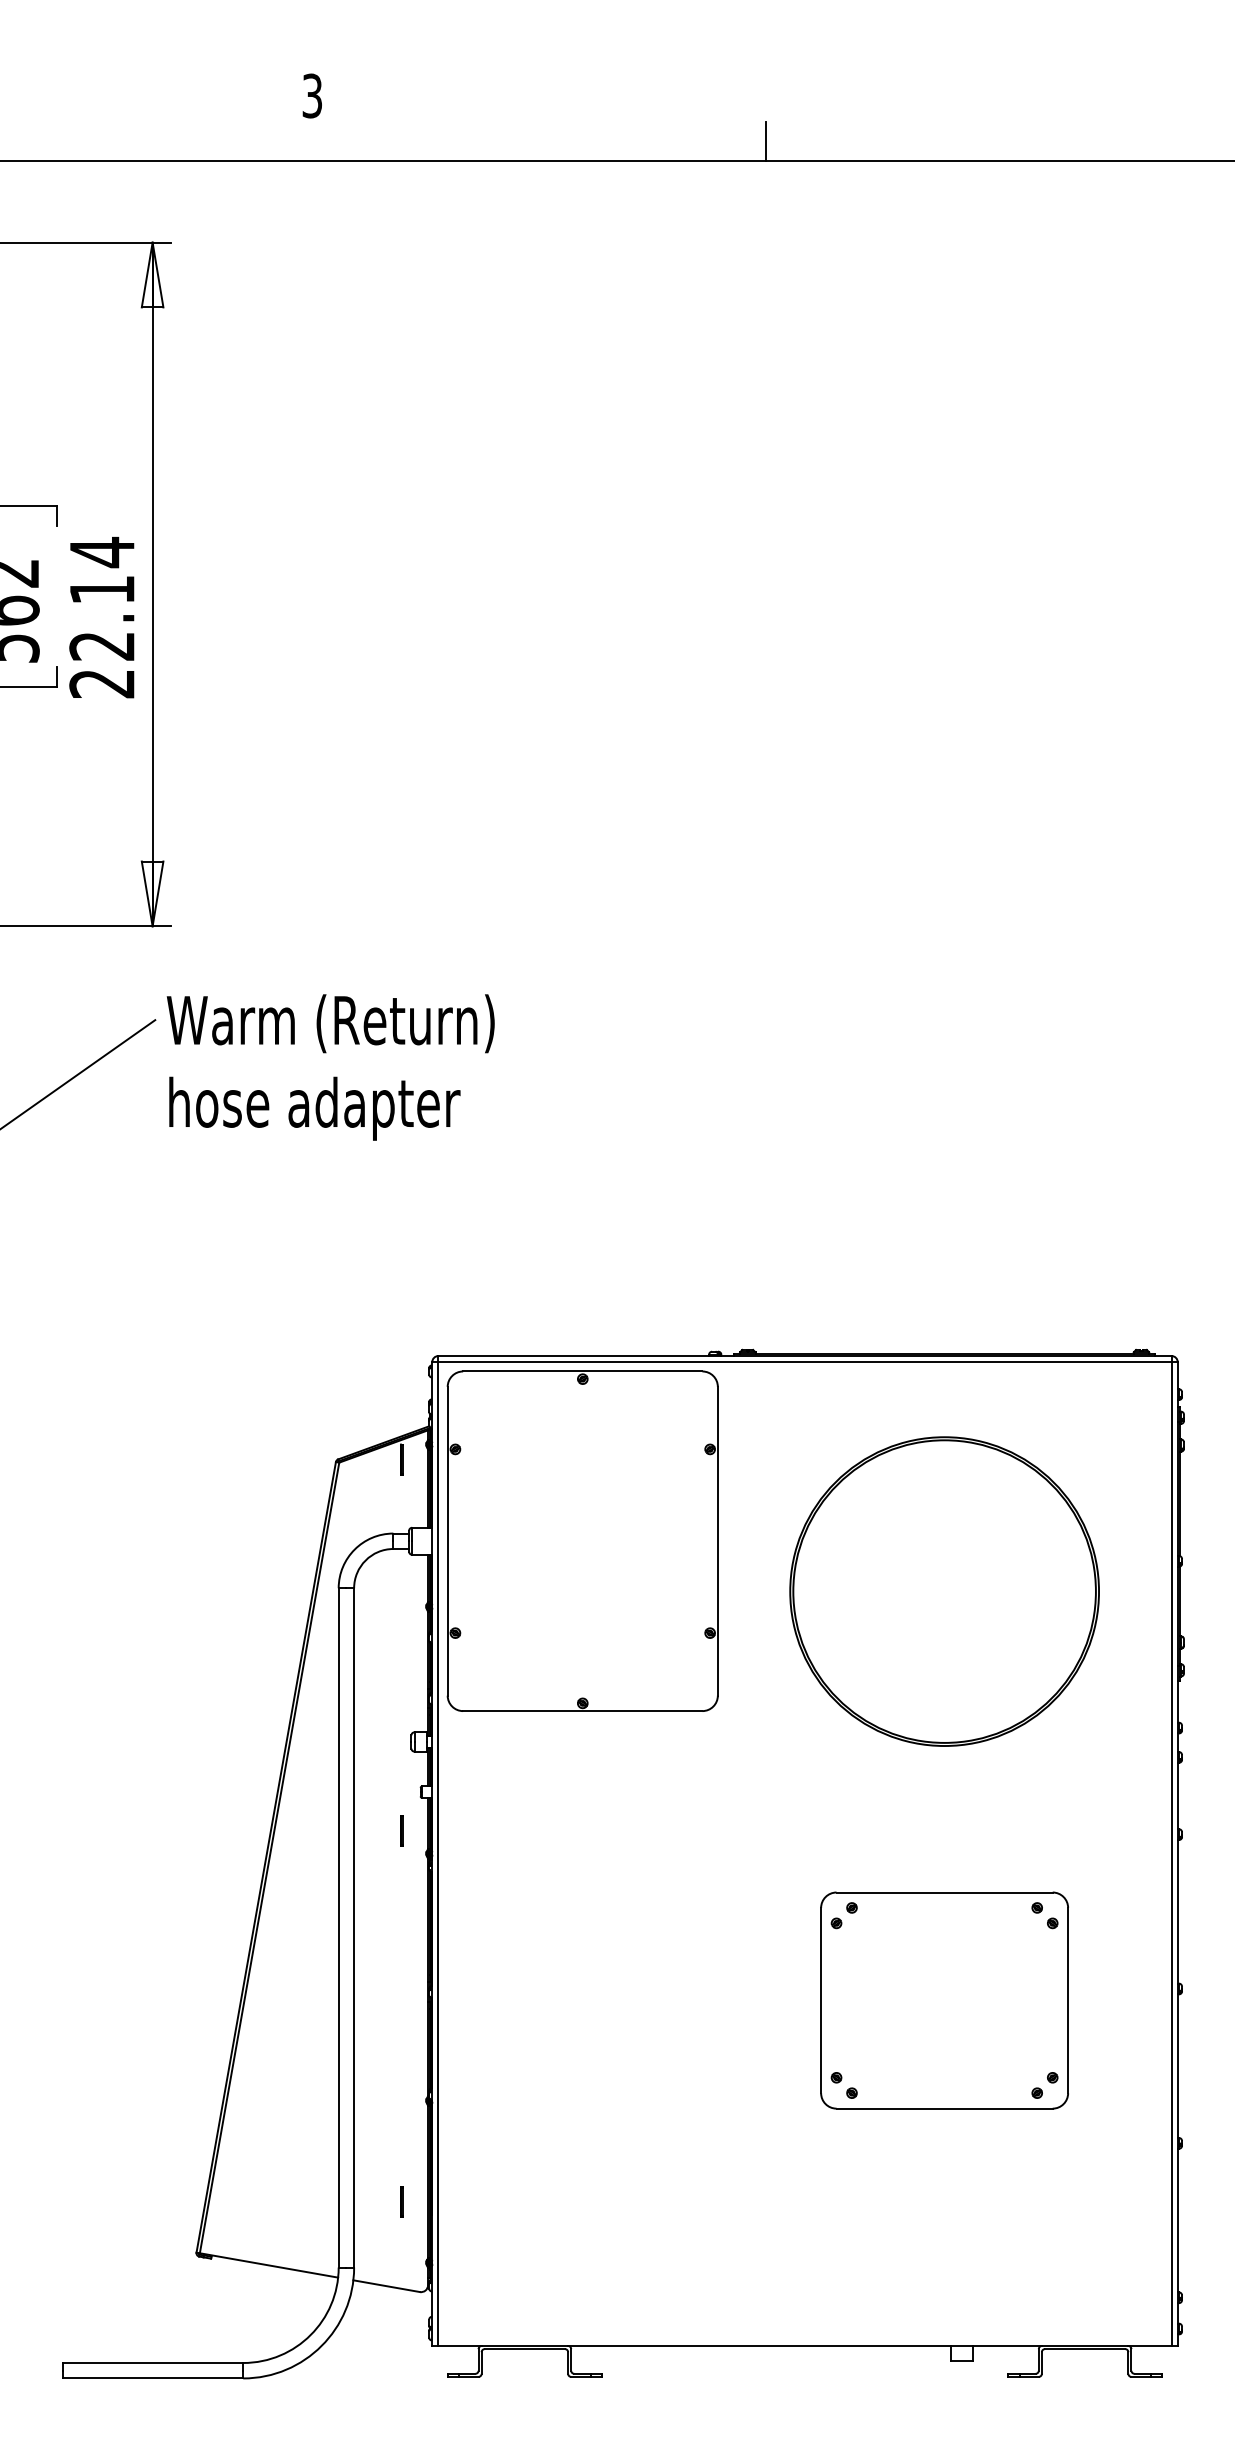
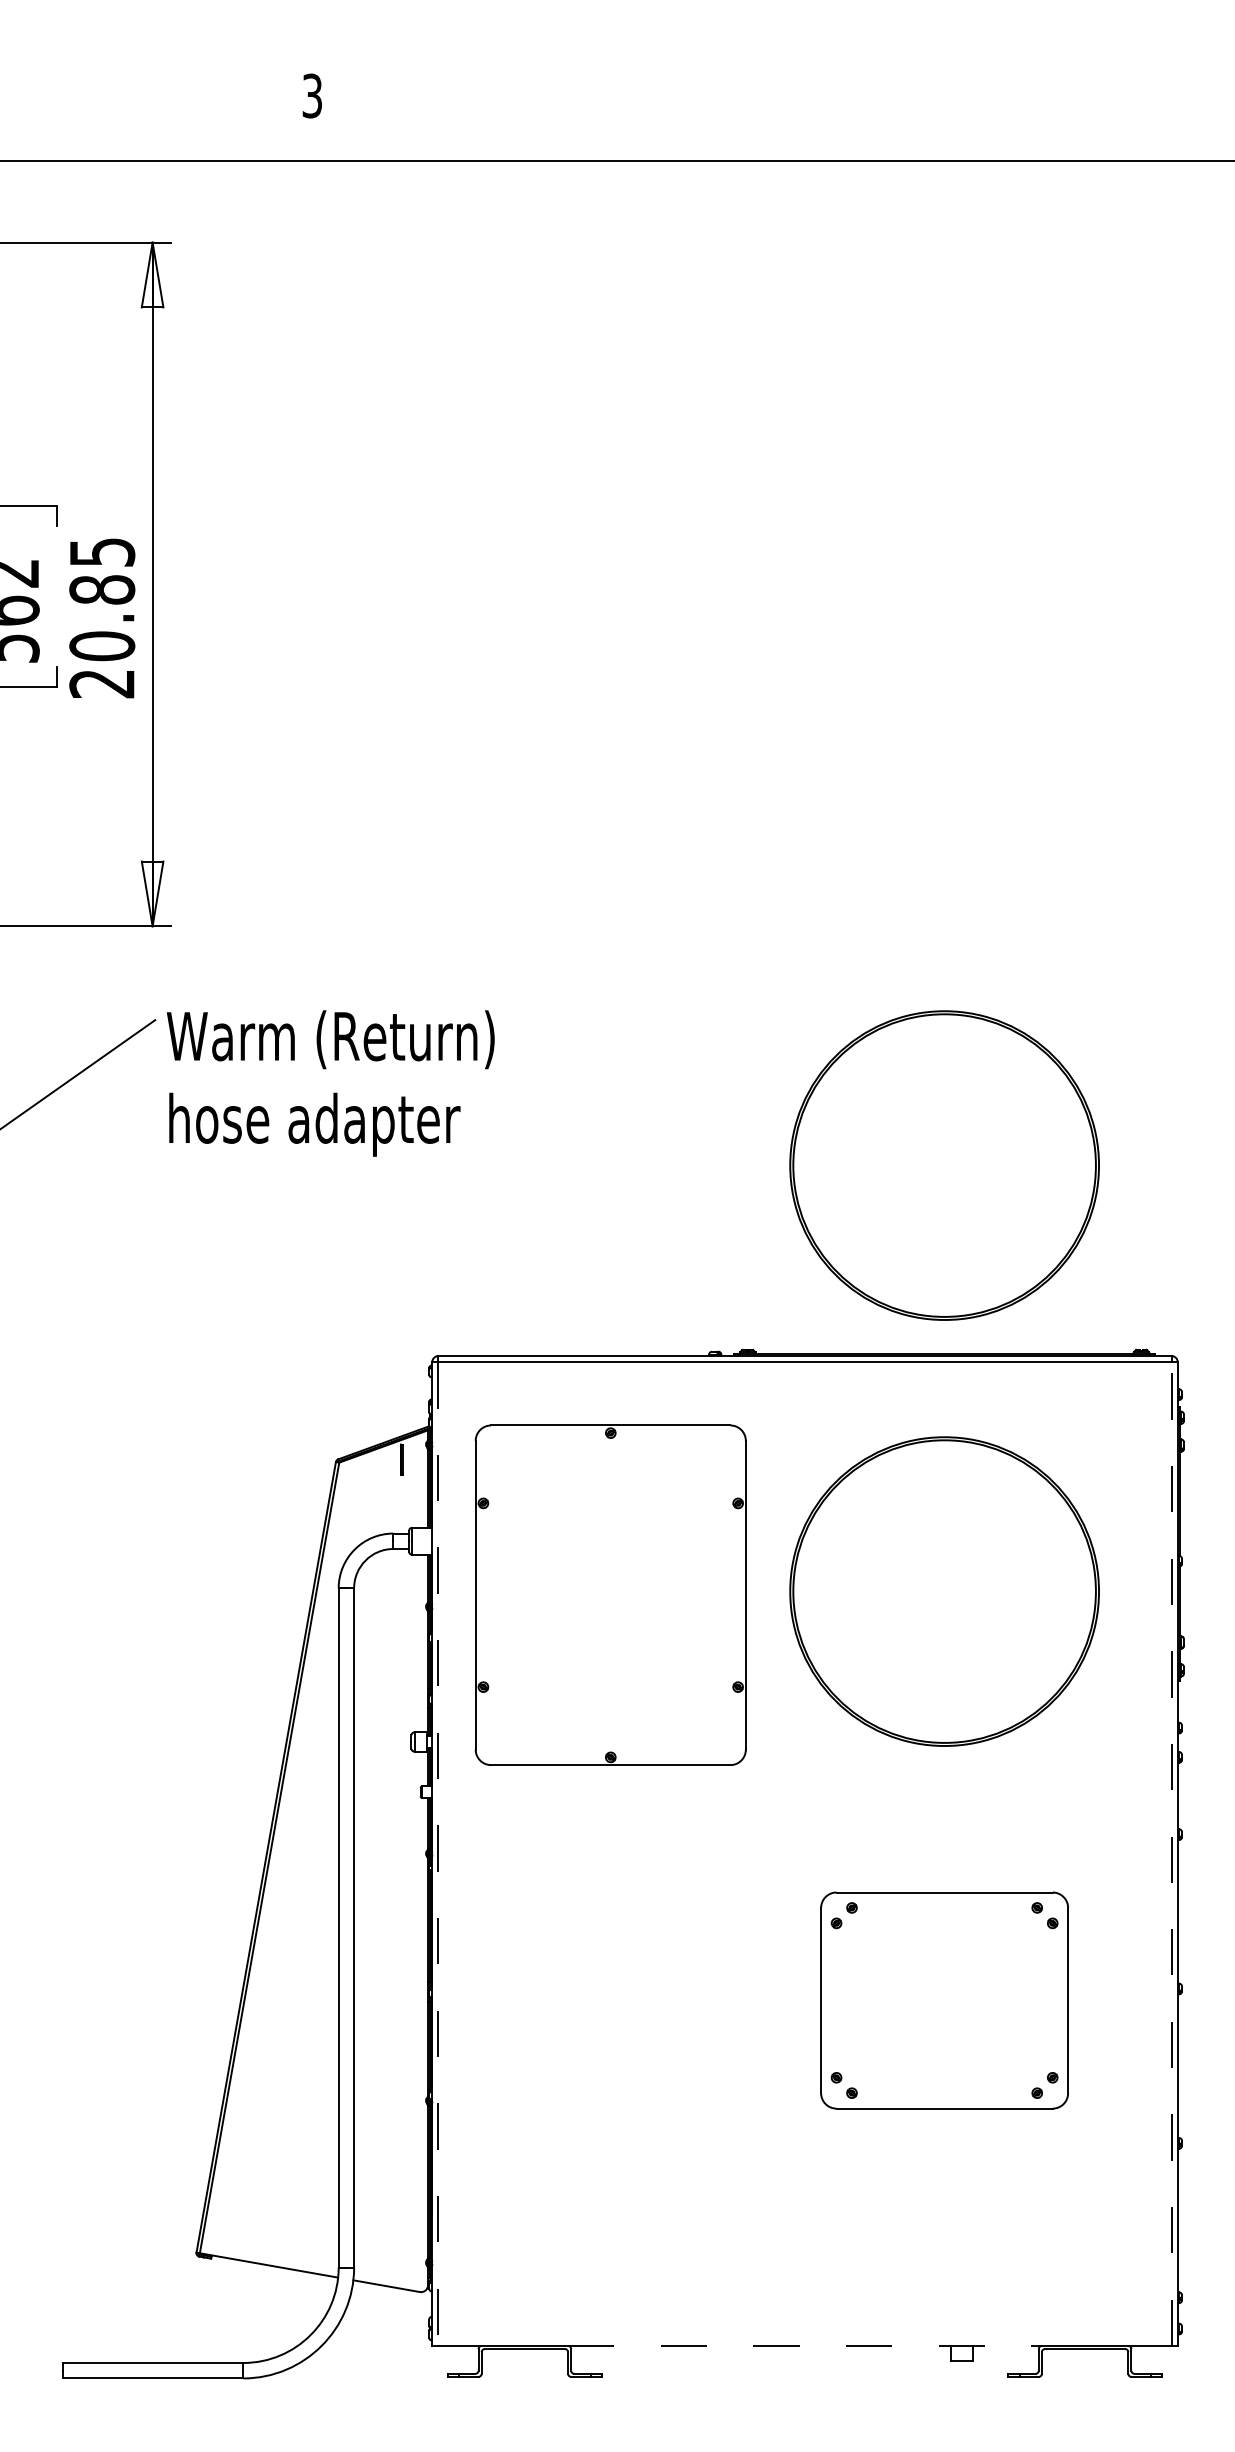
line at (765, 141): present -> none
text at (102, 598): 22.14 -> 20.85
text at (330, 1067) position: (330, 1067) -> (330, 1083)
part at (944, 1165): none -> present
part at (582, 1540) position: (582, 1540) -> (610, 1594)
line at (401, 1830): present -> none
line at (438, 1854): solid -> dashed
line at (1171, 1854): solid -> dashed
line at (401, 2201): present -> none
line at (805, 2346): solid -> dashed
